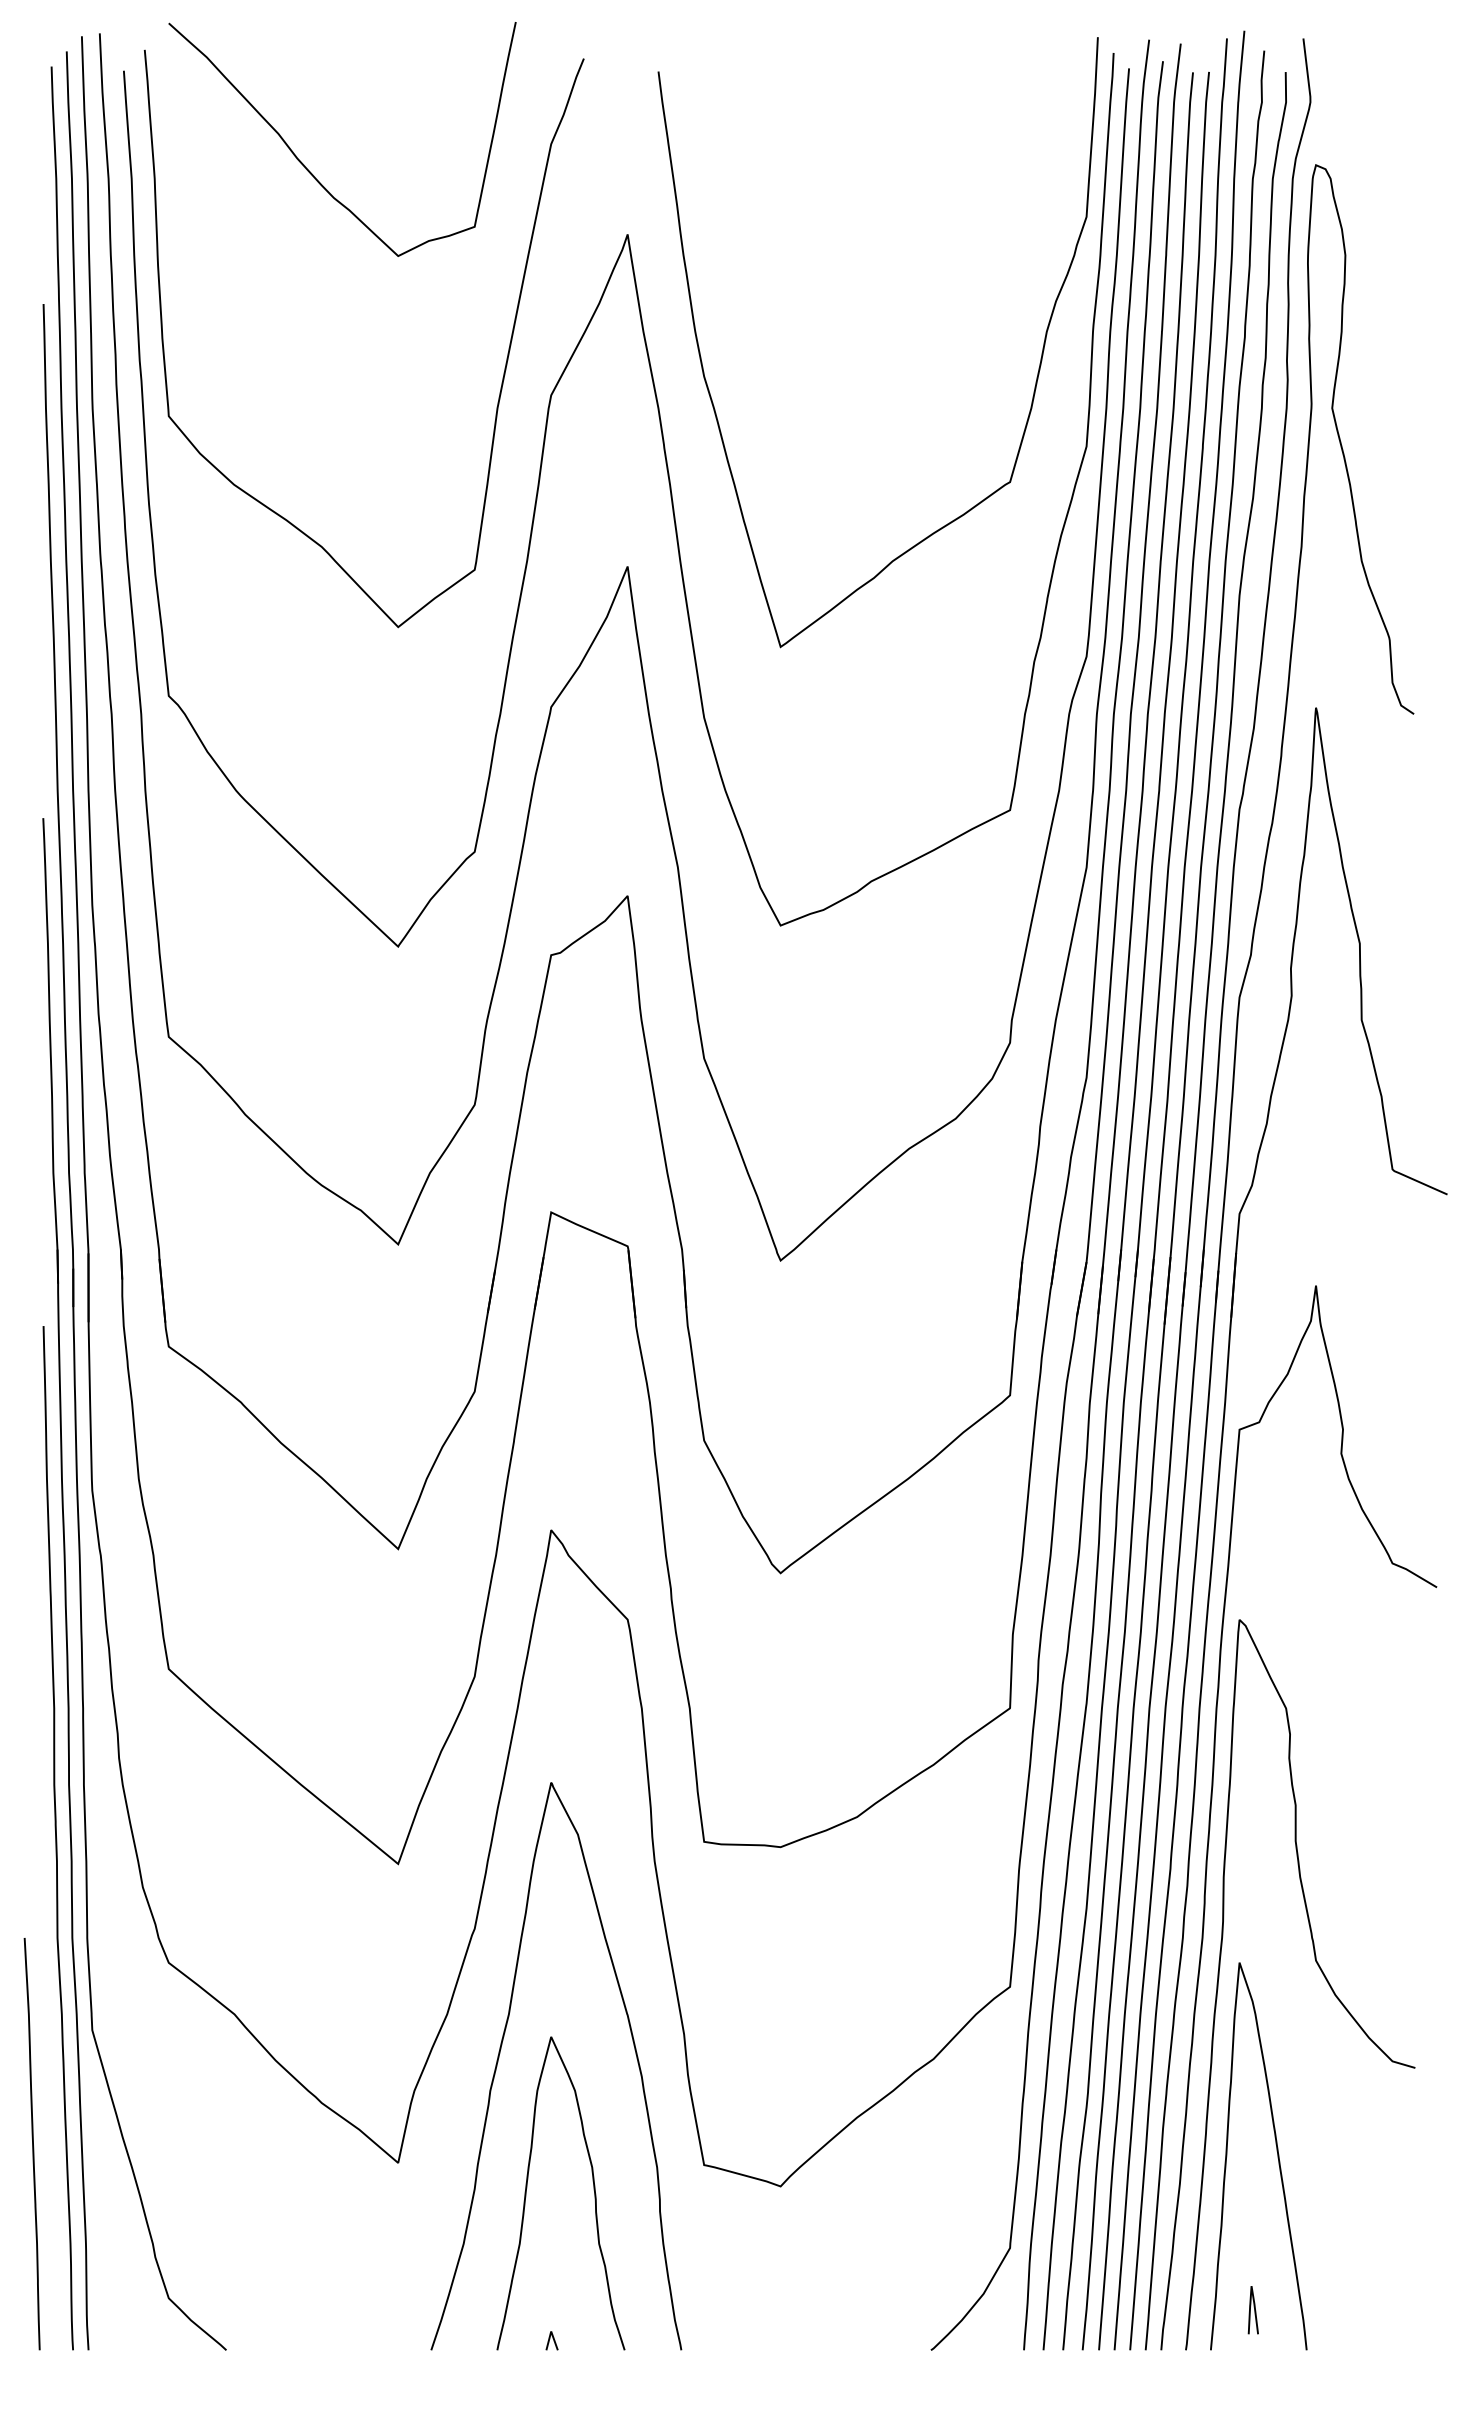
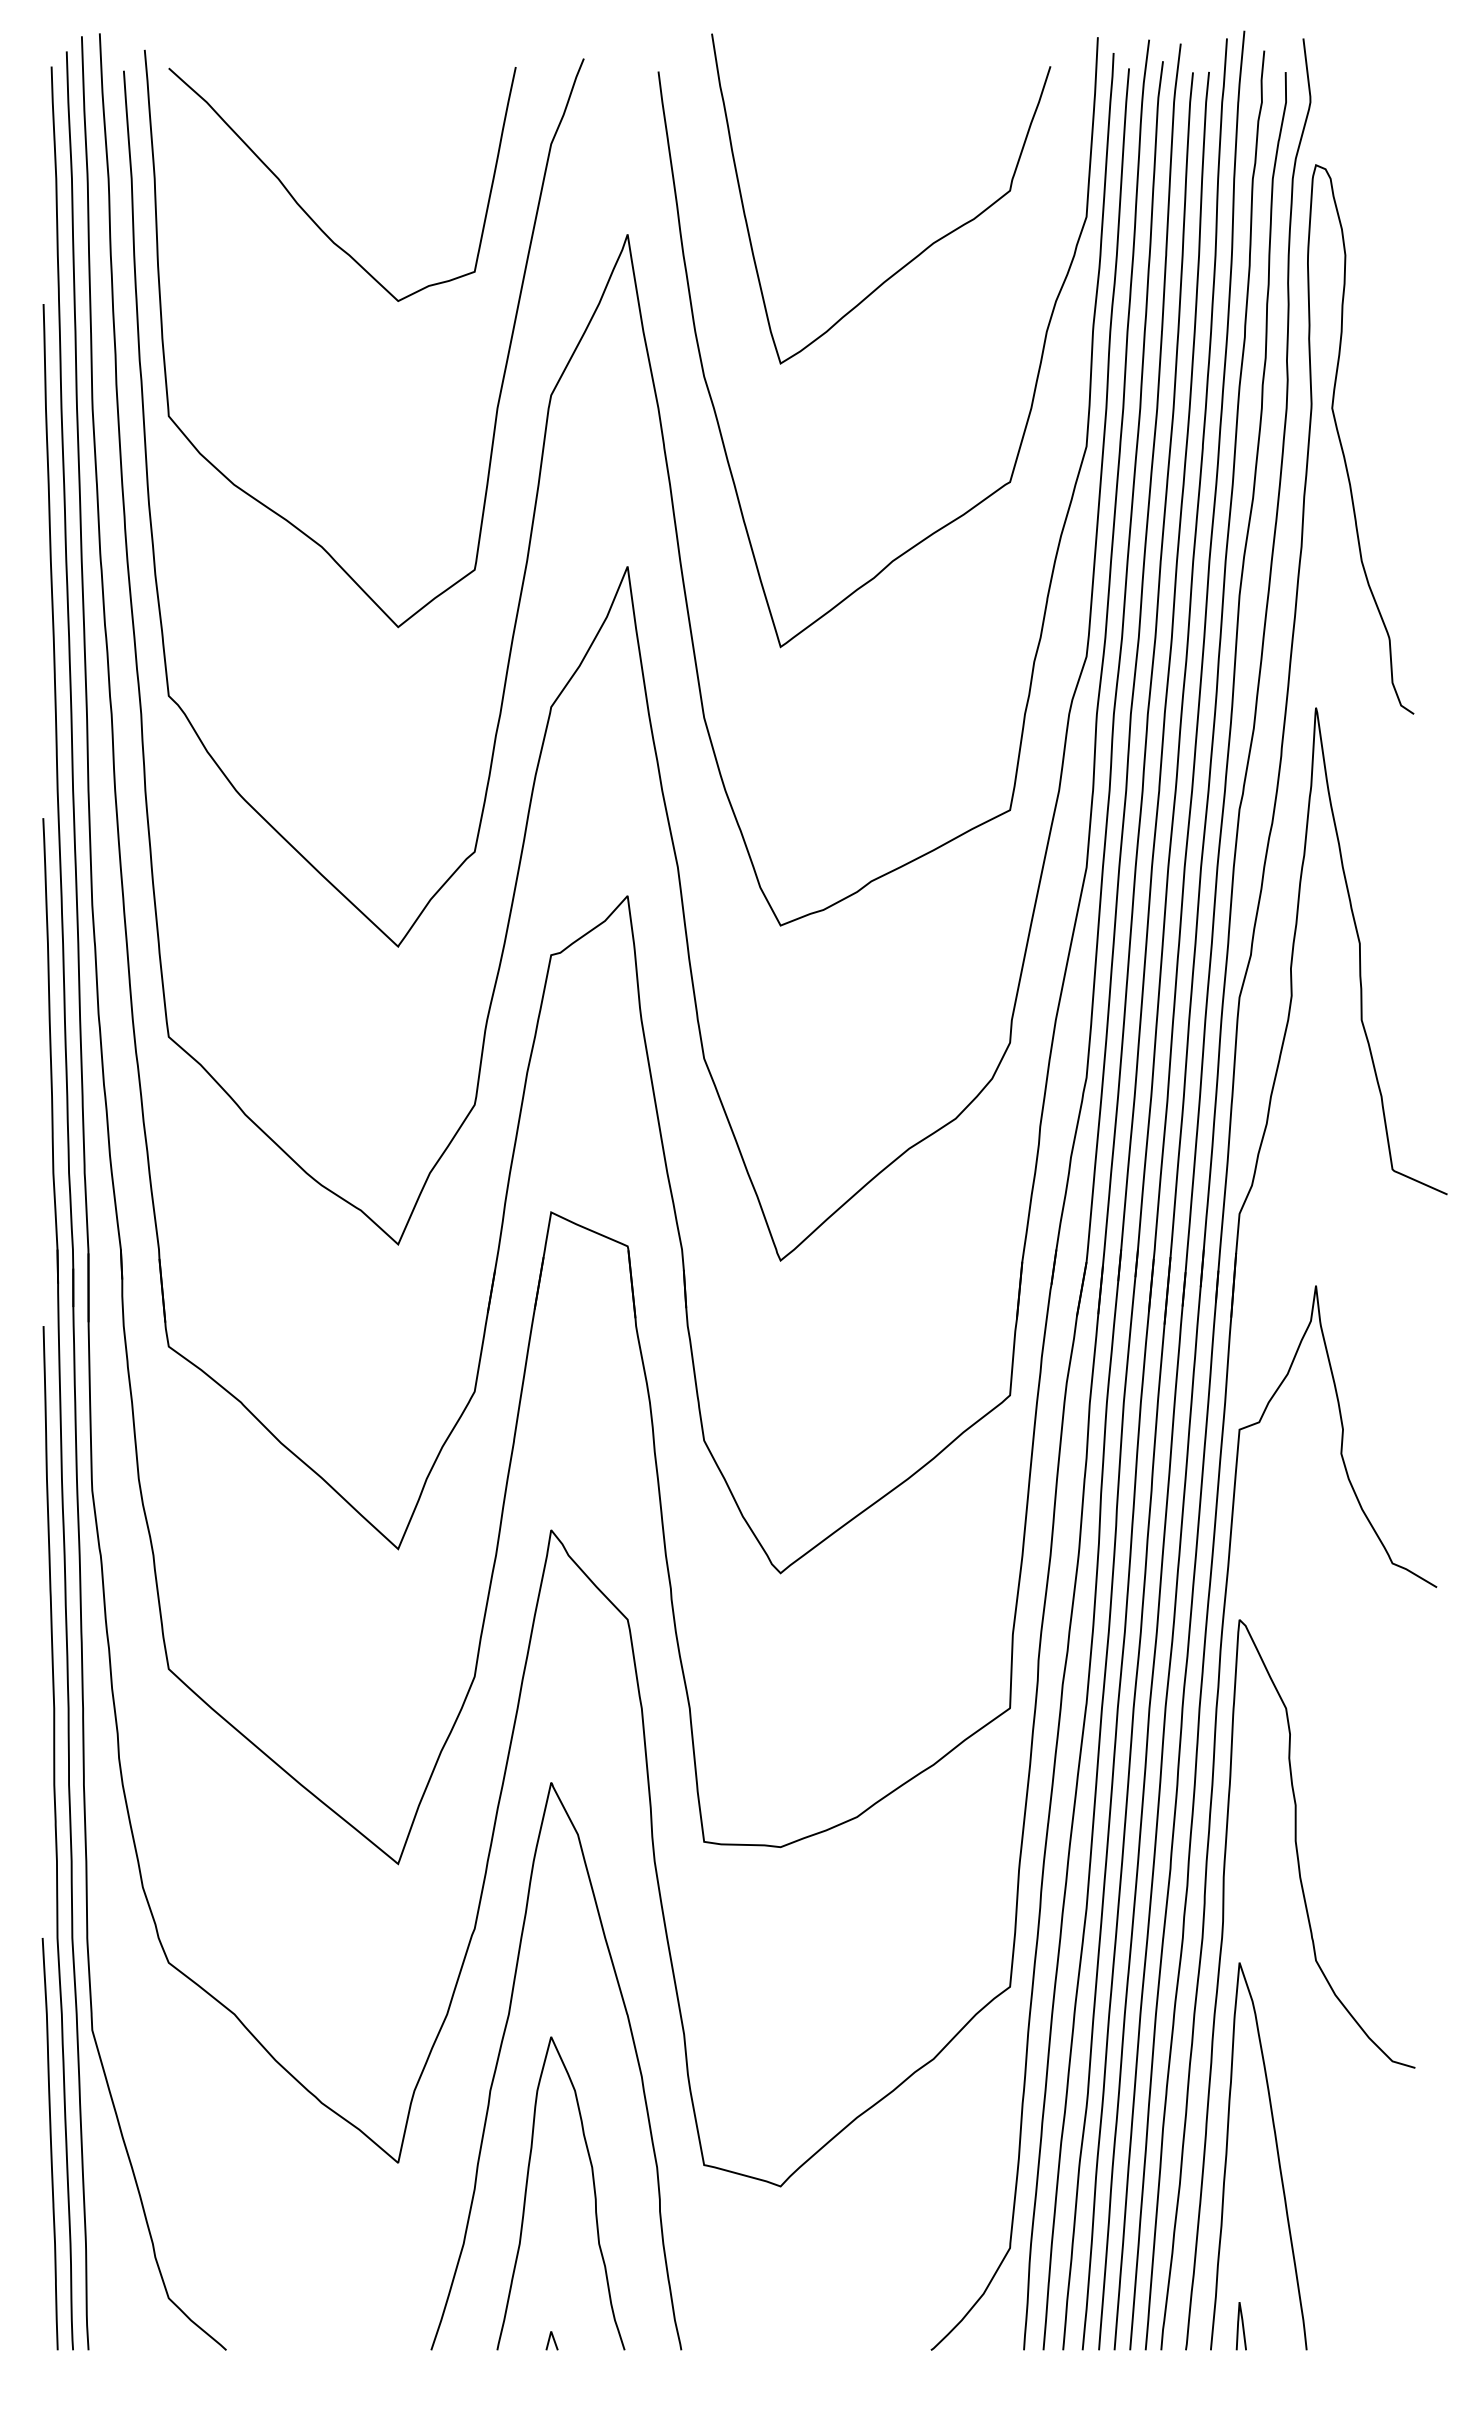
curve at (310, 171) position: (310, 171) -> (310, 216)
curve at (922, 250): none -> present
curve at (32, 2144) position: (32, 2144) -> (50, 2144)
curve at (1250, 2310) position: (1250, 2310) -> (1238, 2326)
